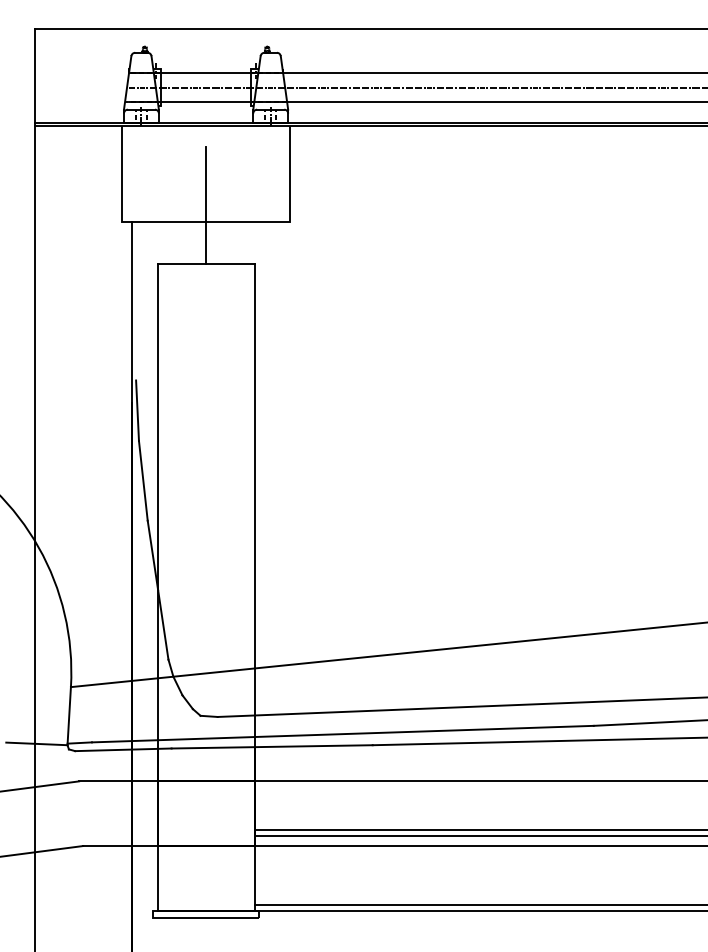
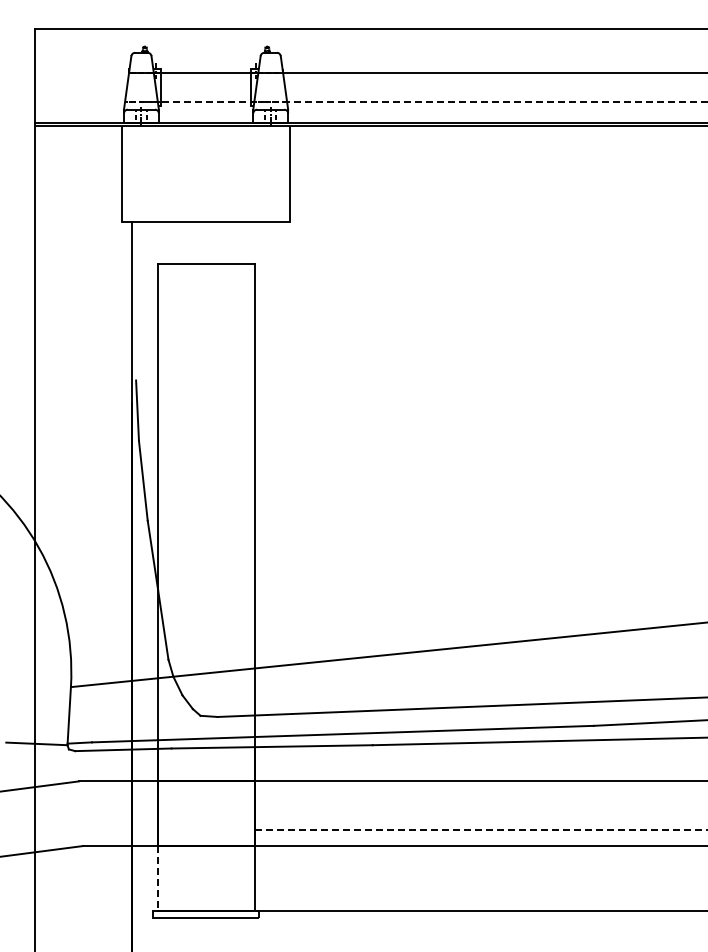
line at (416, 87): present -> none
line at (418, 102): solid -> dashed
line at (206, 205): present -> none
line at (480, 829): solid -> dashed
line at (479, 835): present -> none
line at (157, 878): solid -> dashed
line at (479, 904): present -> none
